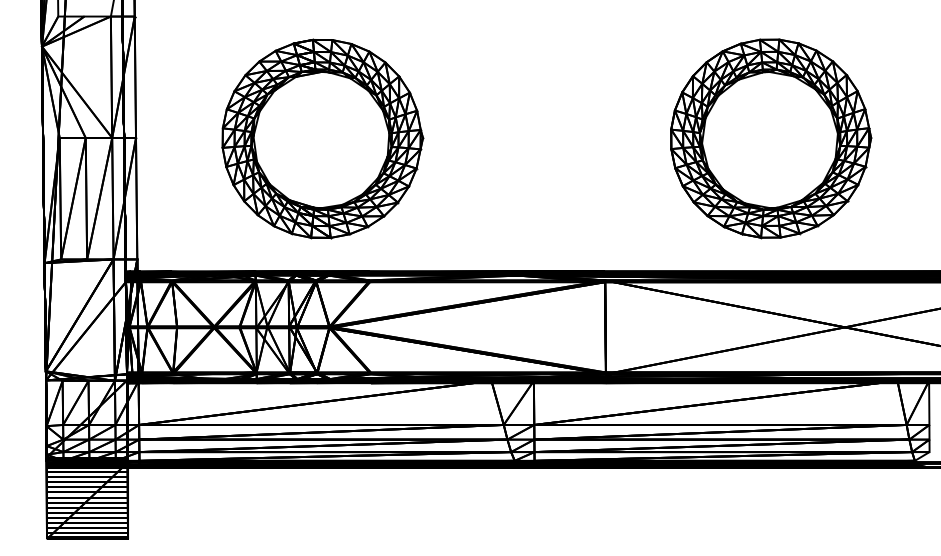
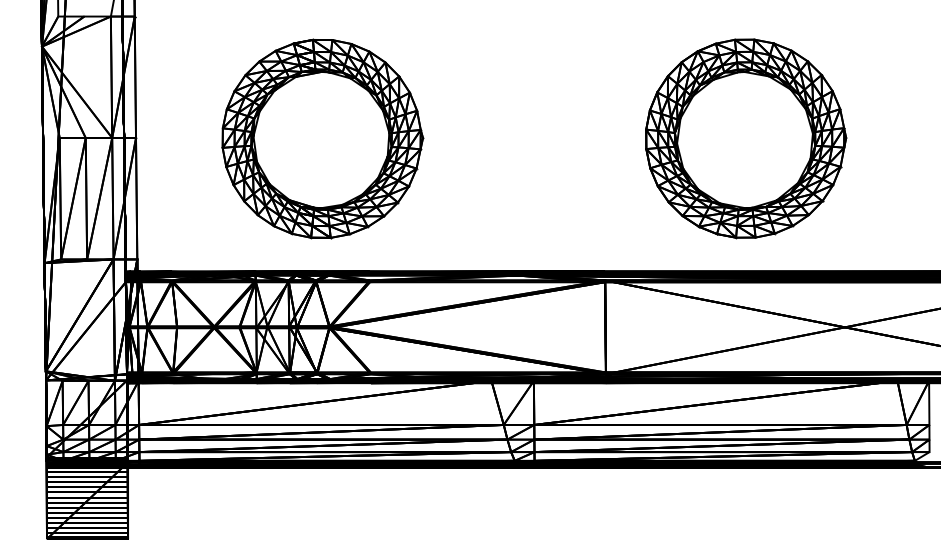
part at (771, 138) position: (771, 138) -> (746, 138)
